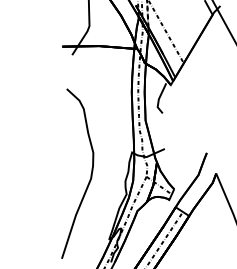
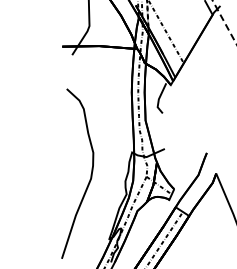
line at (224, 22): solid -> dashed
